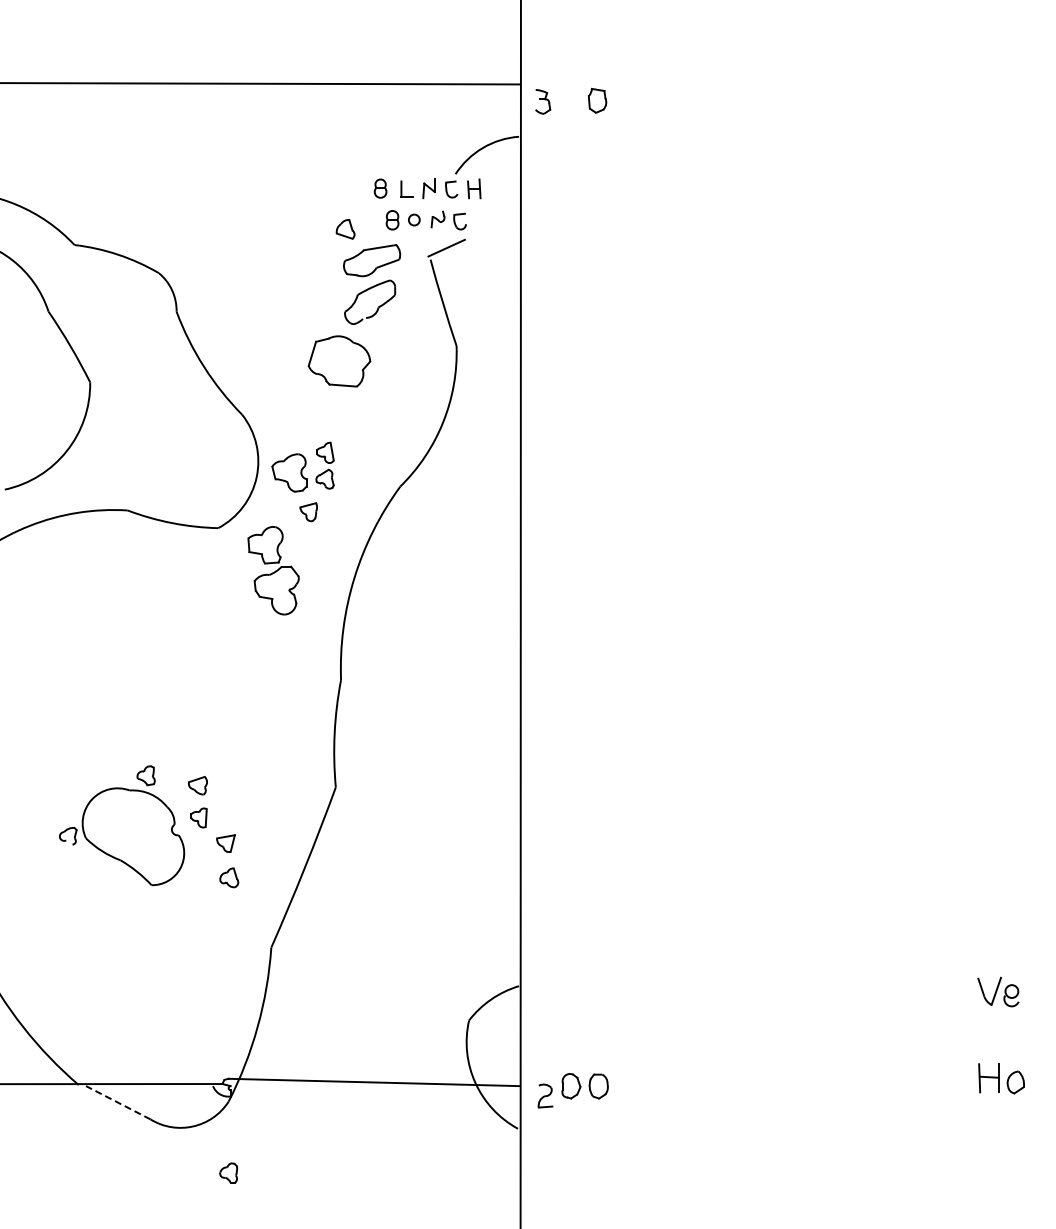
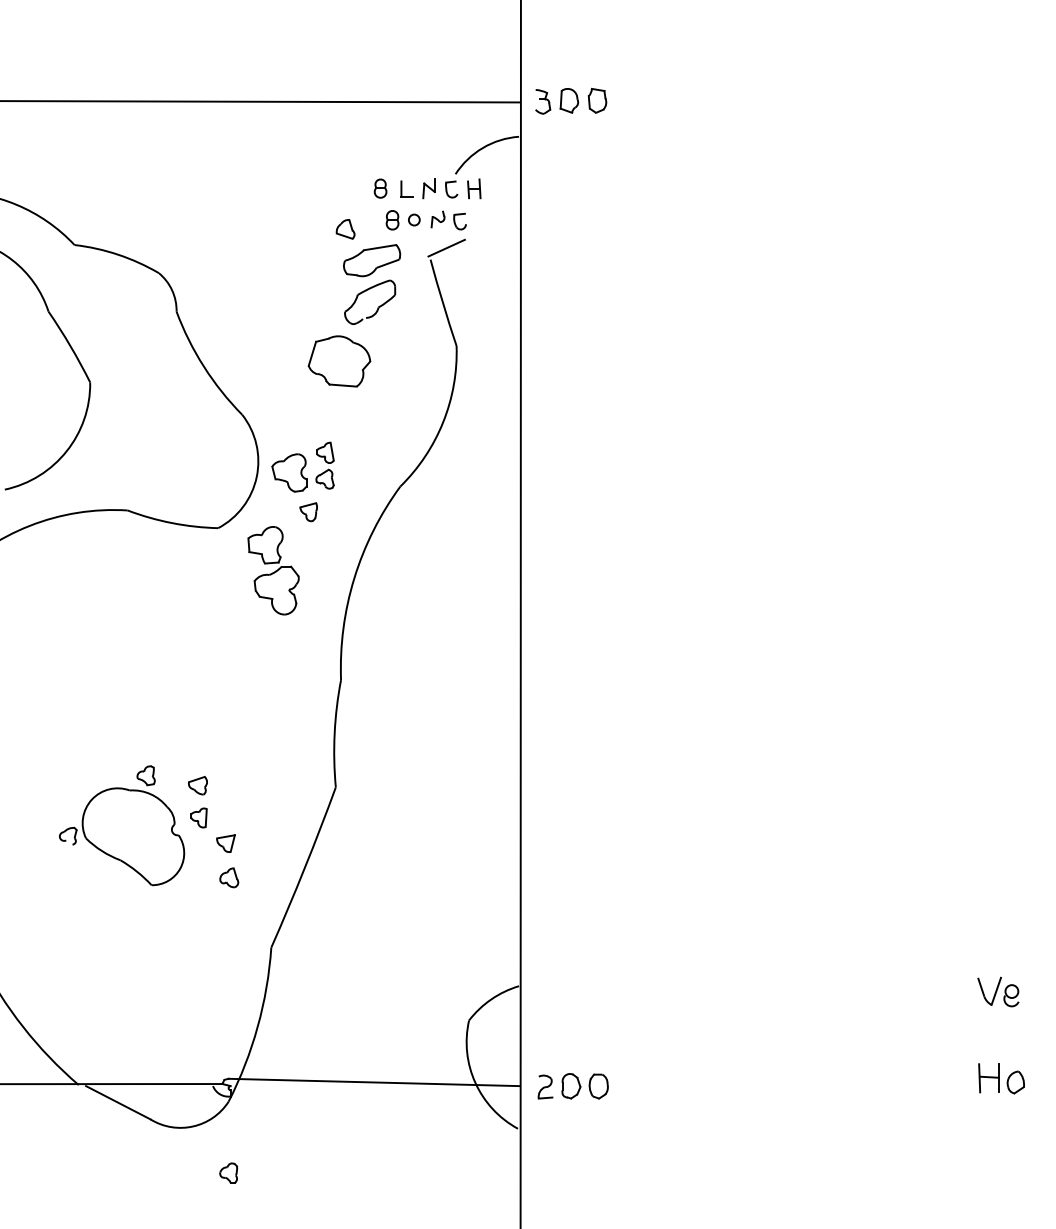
line at (260, 83) position: (260, 83) -> (260, 101)
part at (569, 100): none -> present
part at (545, 1095) position: (545, 1095) -> (545, 1086)
line at (117, 1102): dashed -> solid
